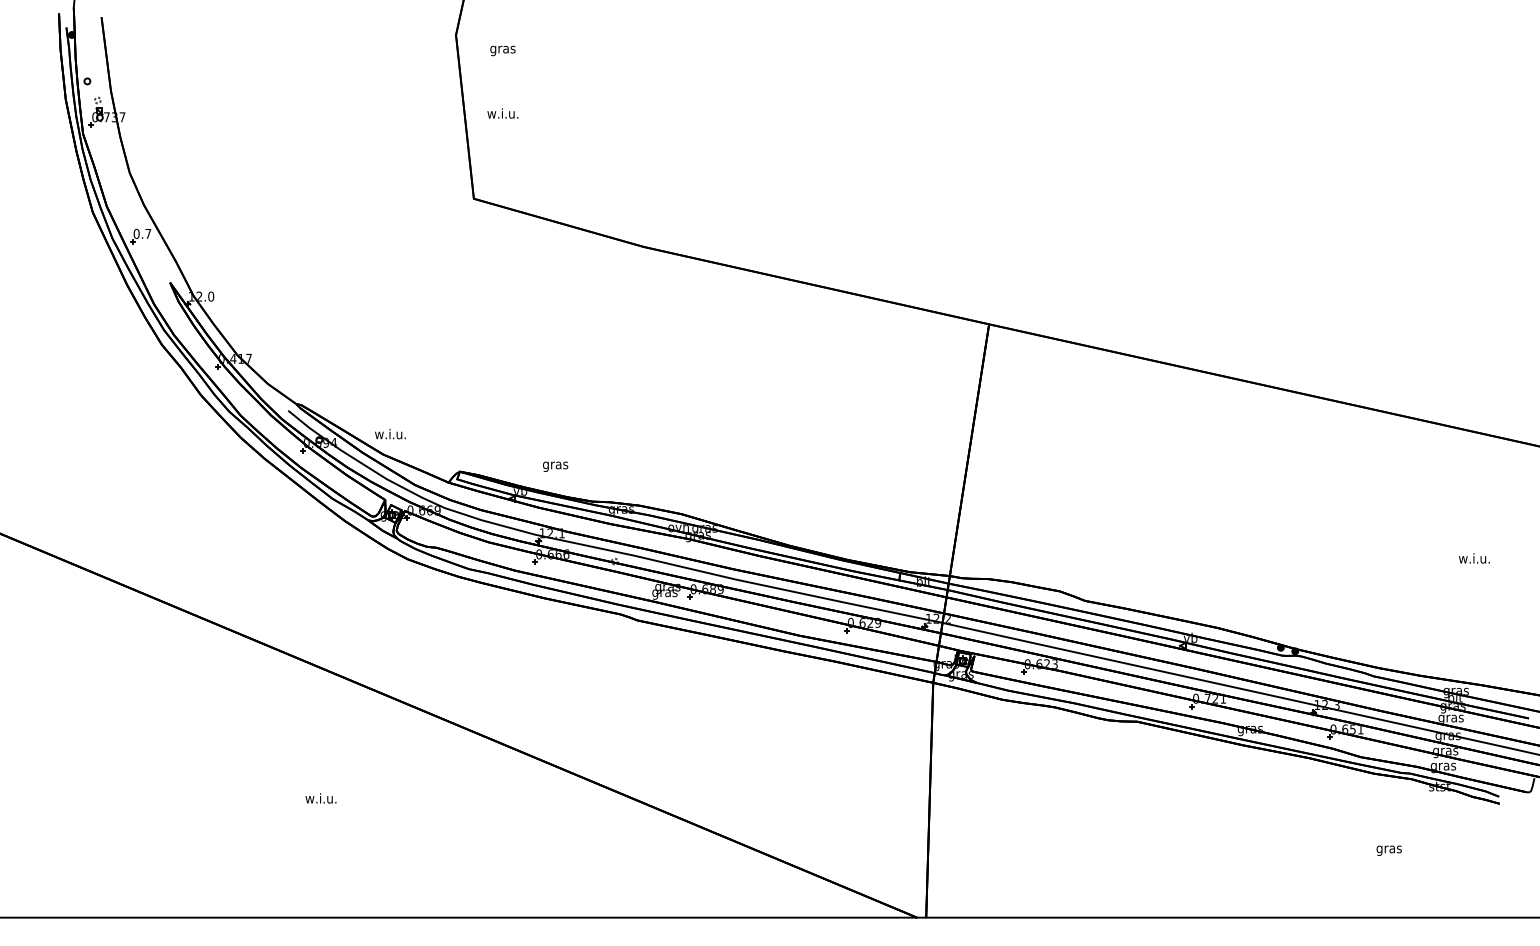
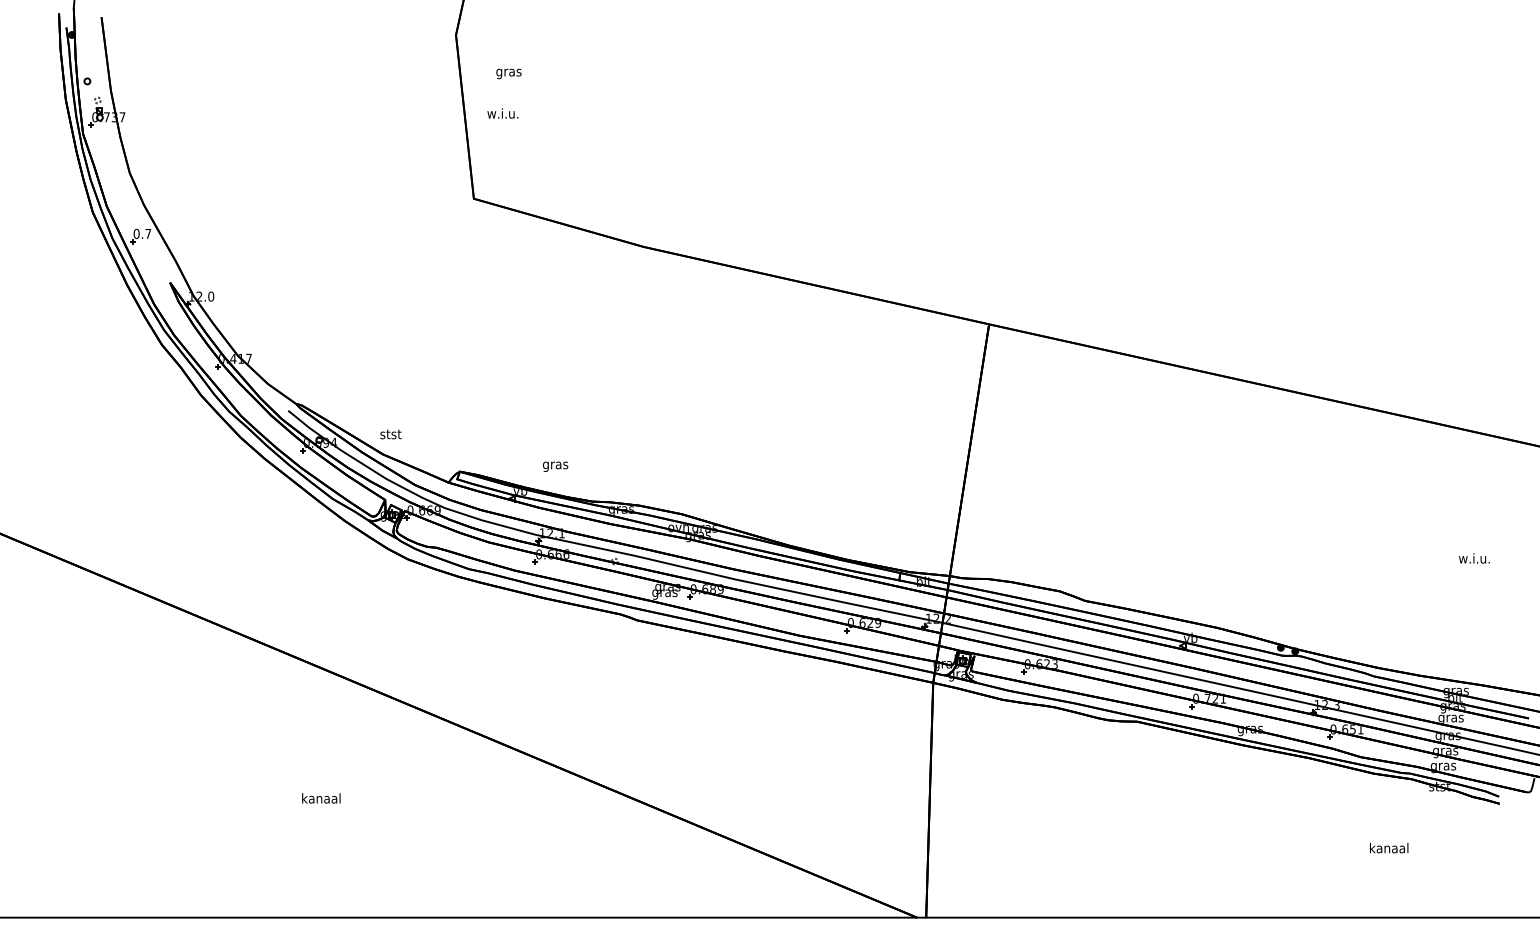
text at (502, 50) position: (502, 50) -> (508, 73)
text at (390, 434): w.i.u. -> stst
text at (321, 798): w.i.u. -> kanaal
text at (1389, 848): gras -> kanaal
